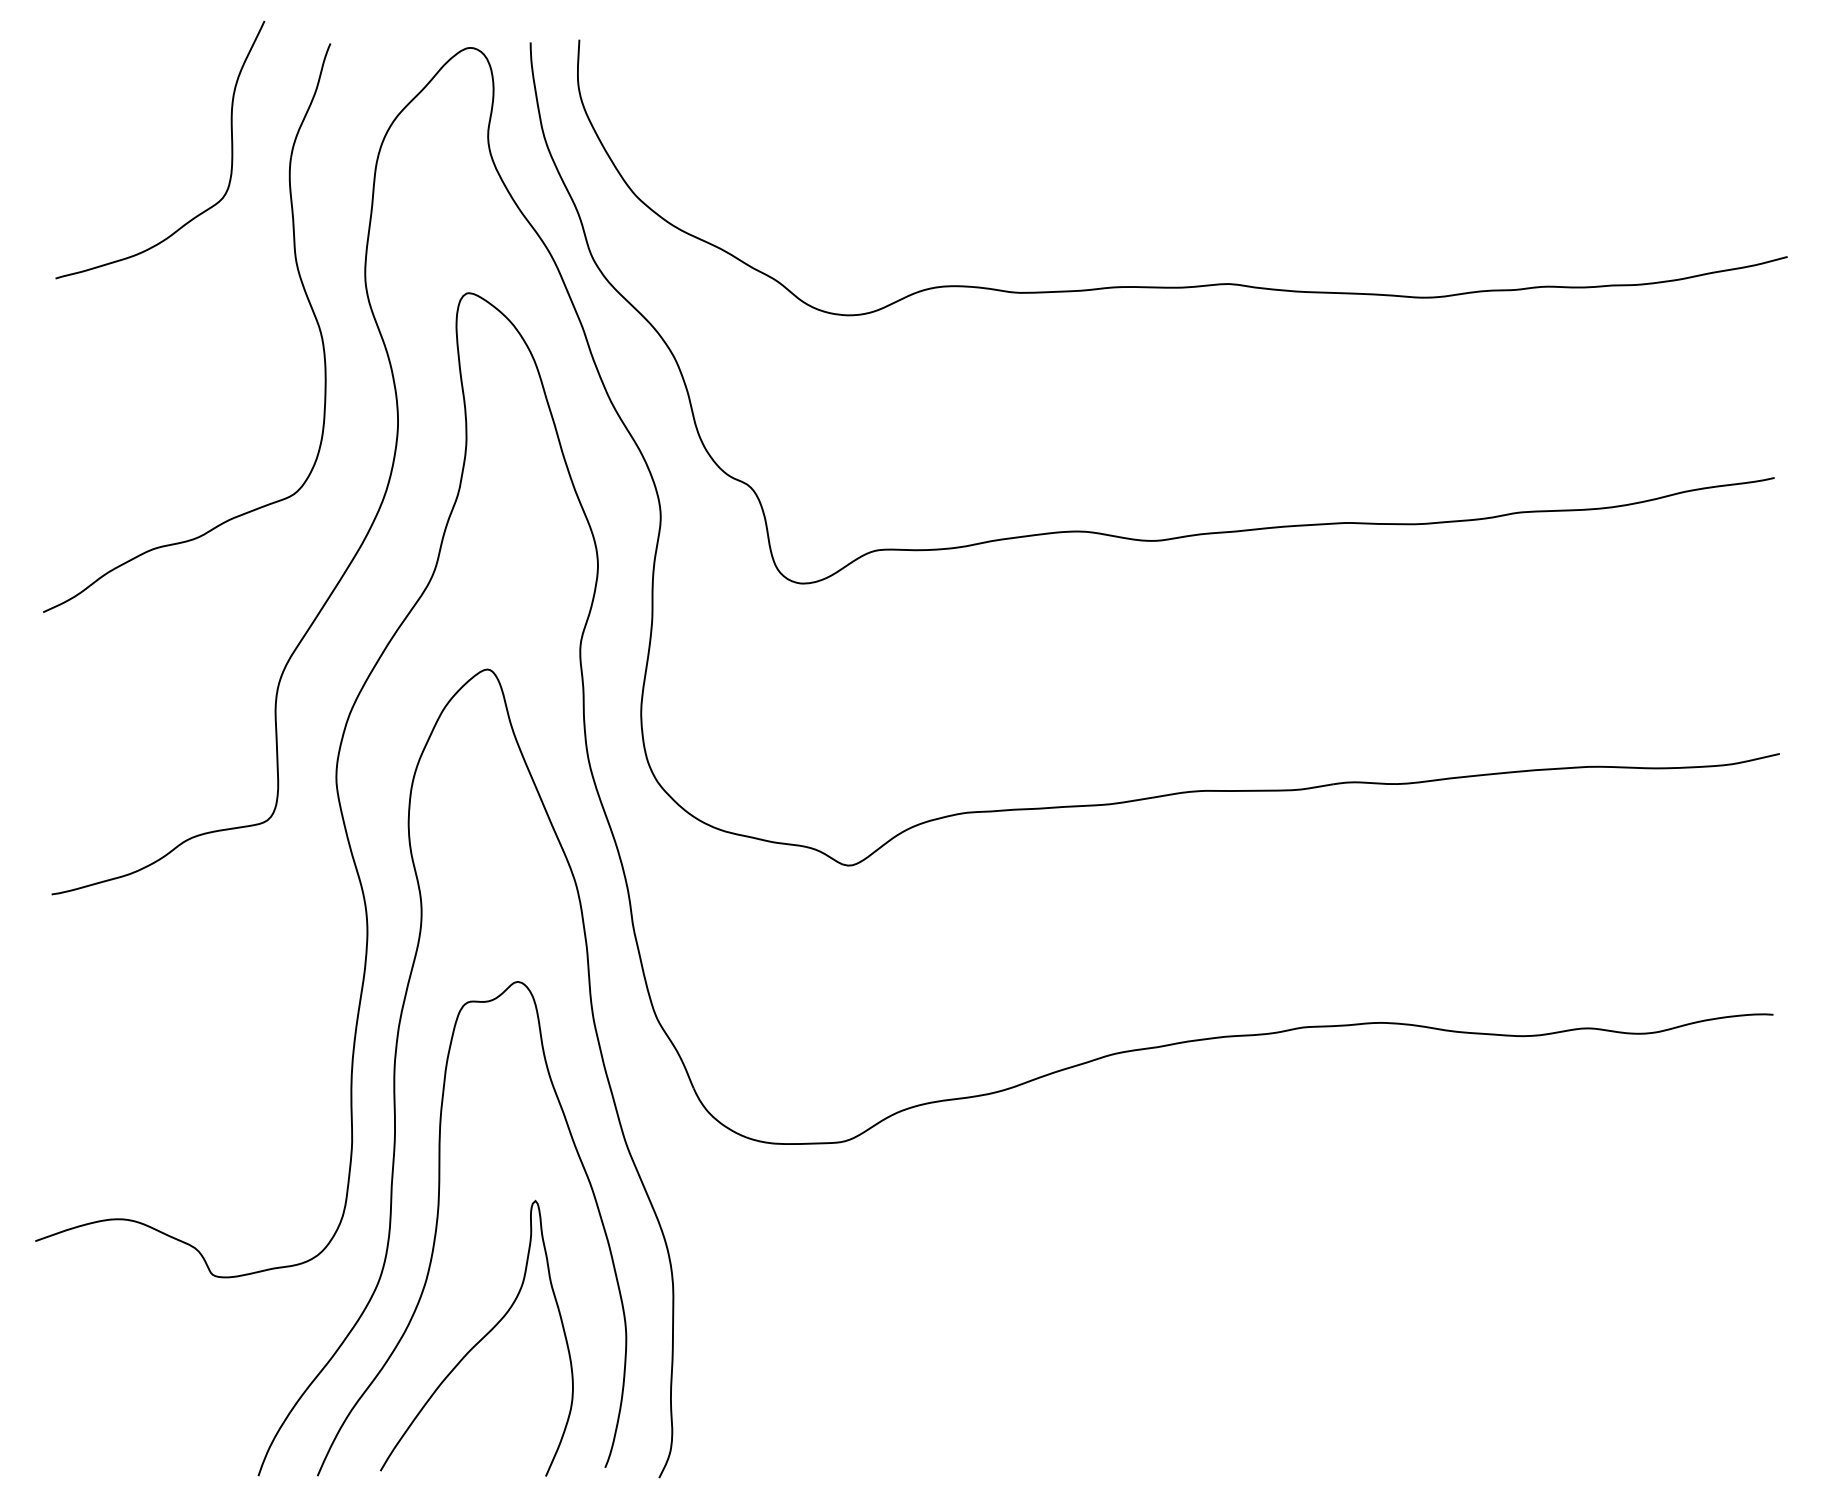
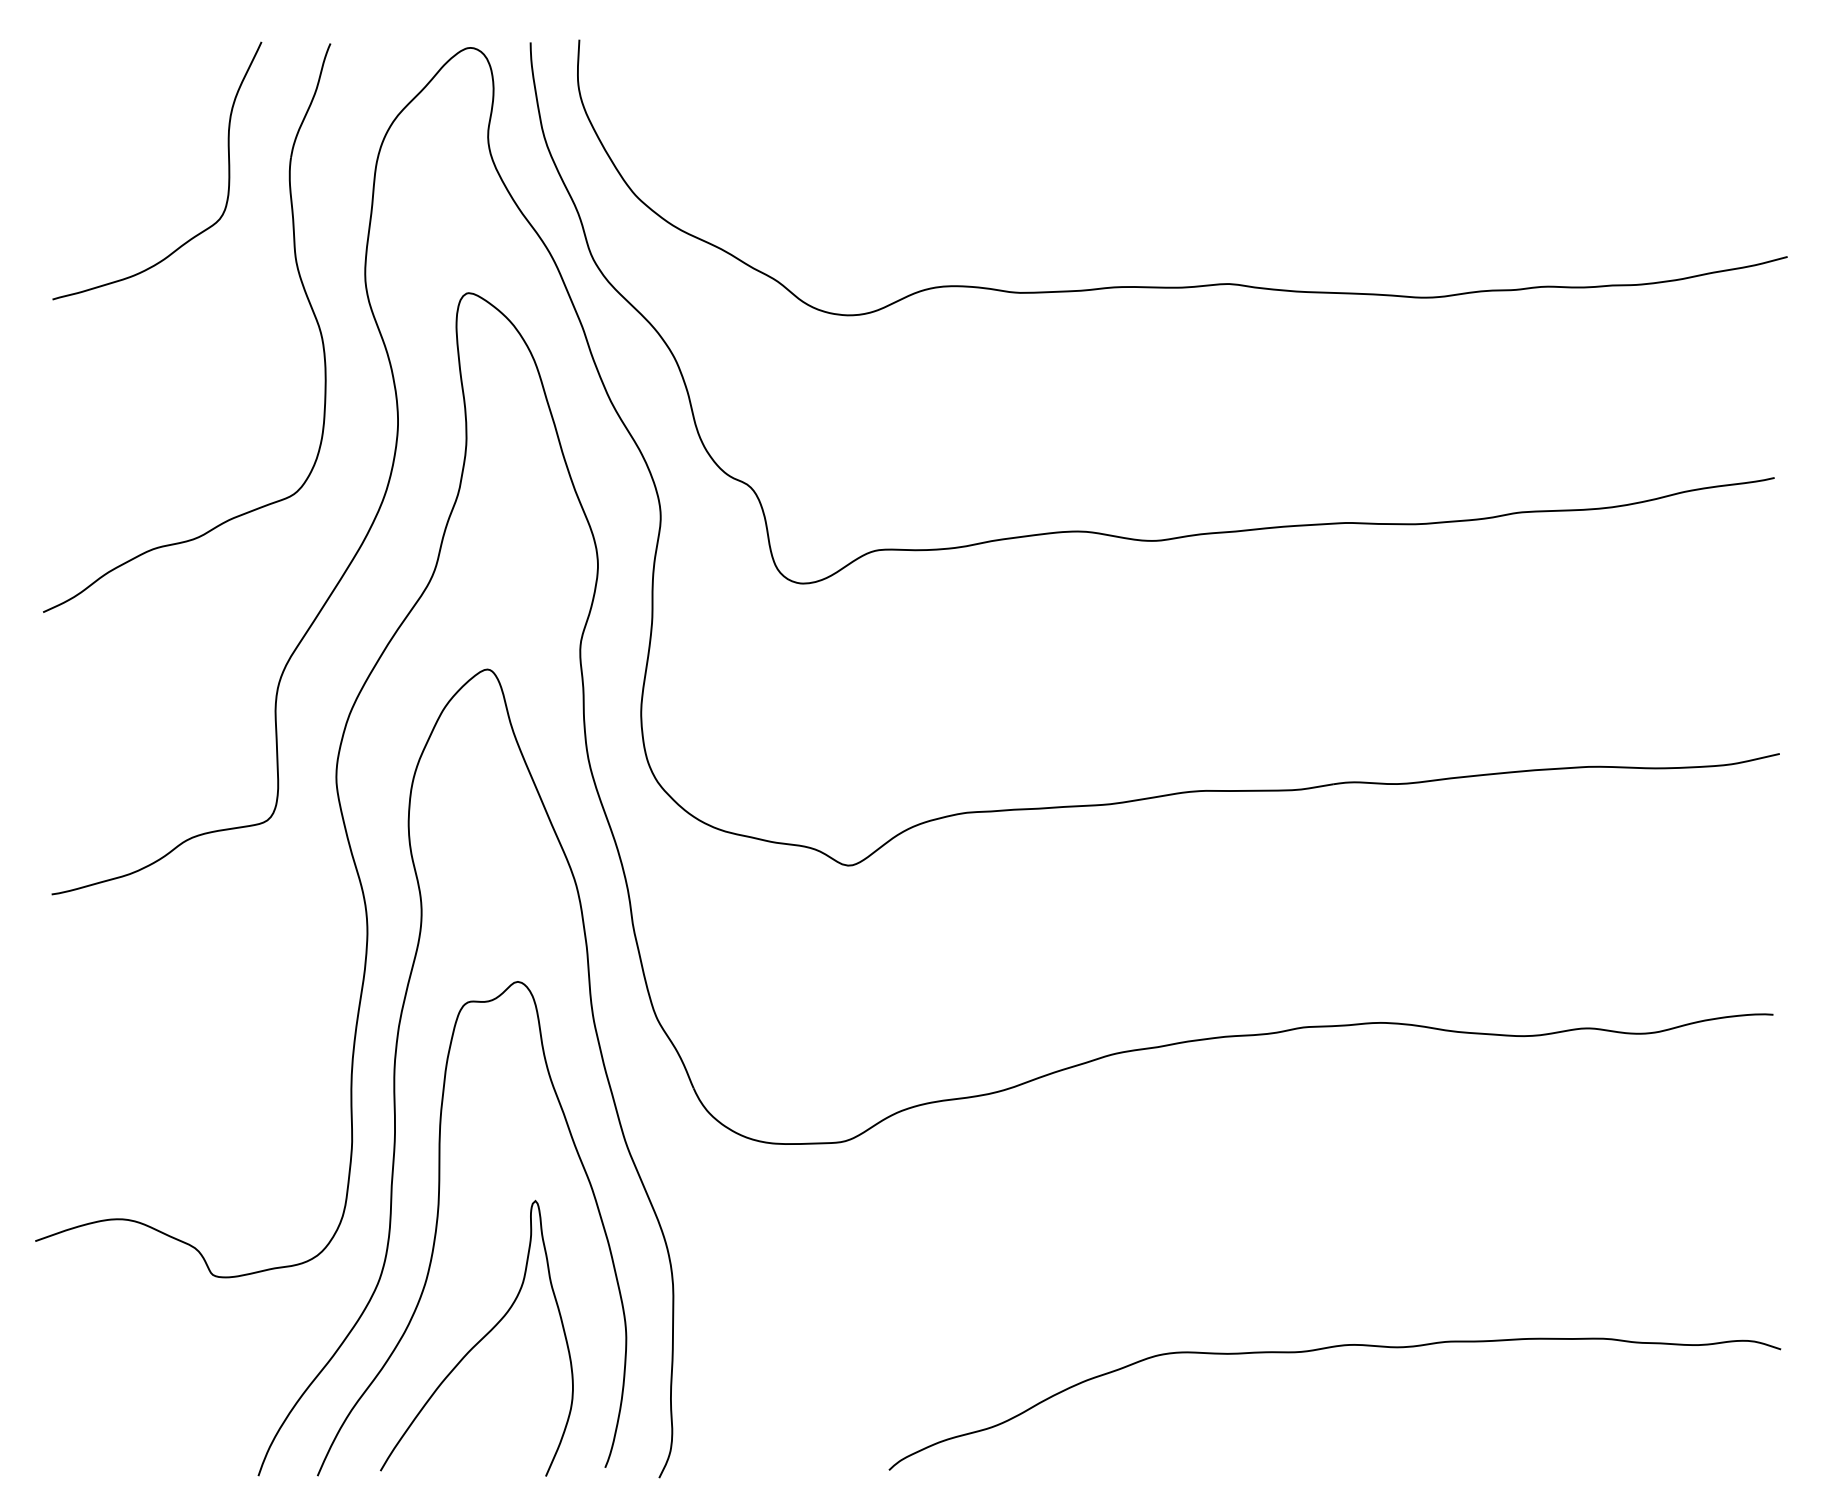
curve at (231, 149) position: (231, 149) -> (228, 170)
curve at (1324, 1349): none -> present
